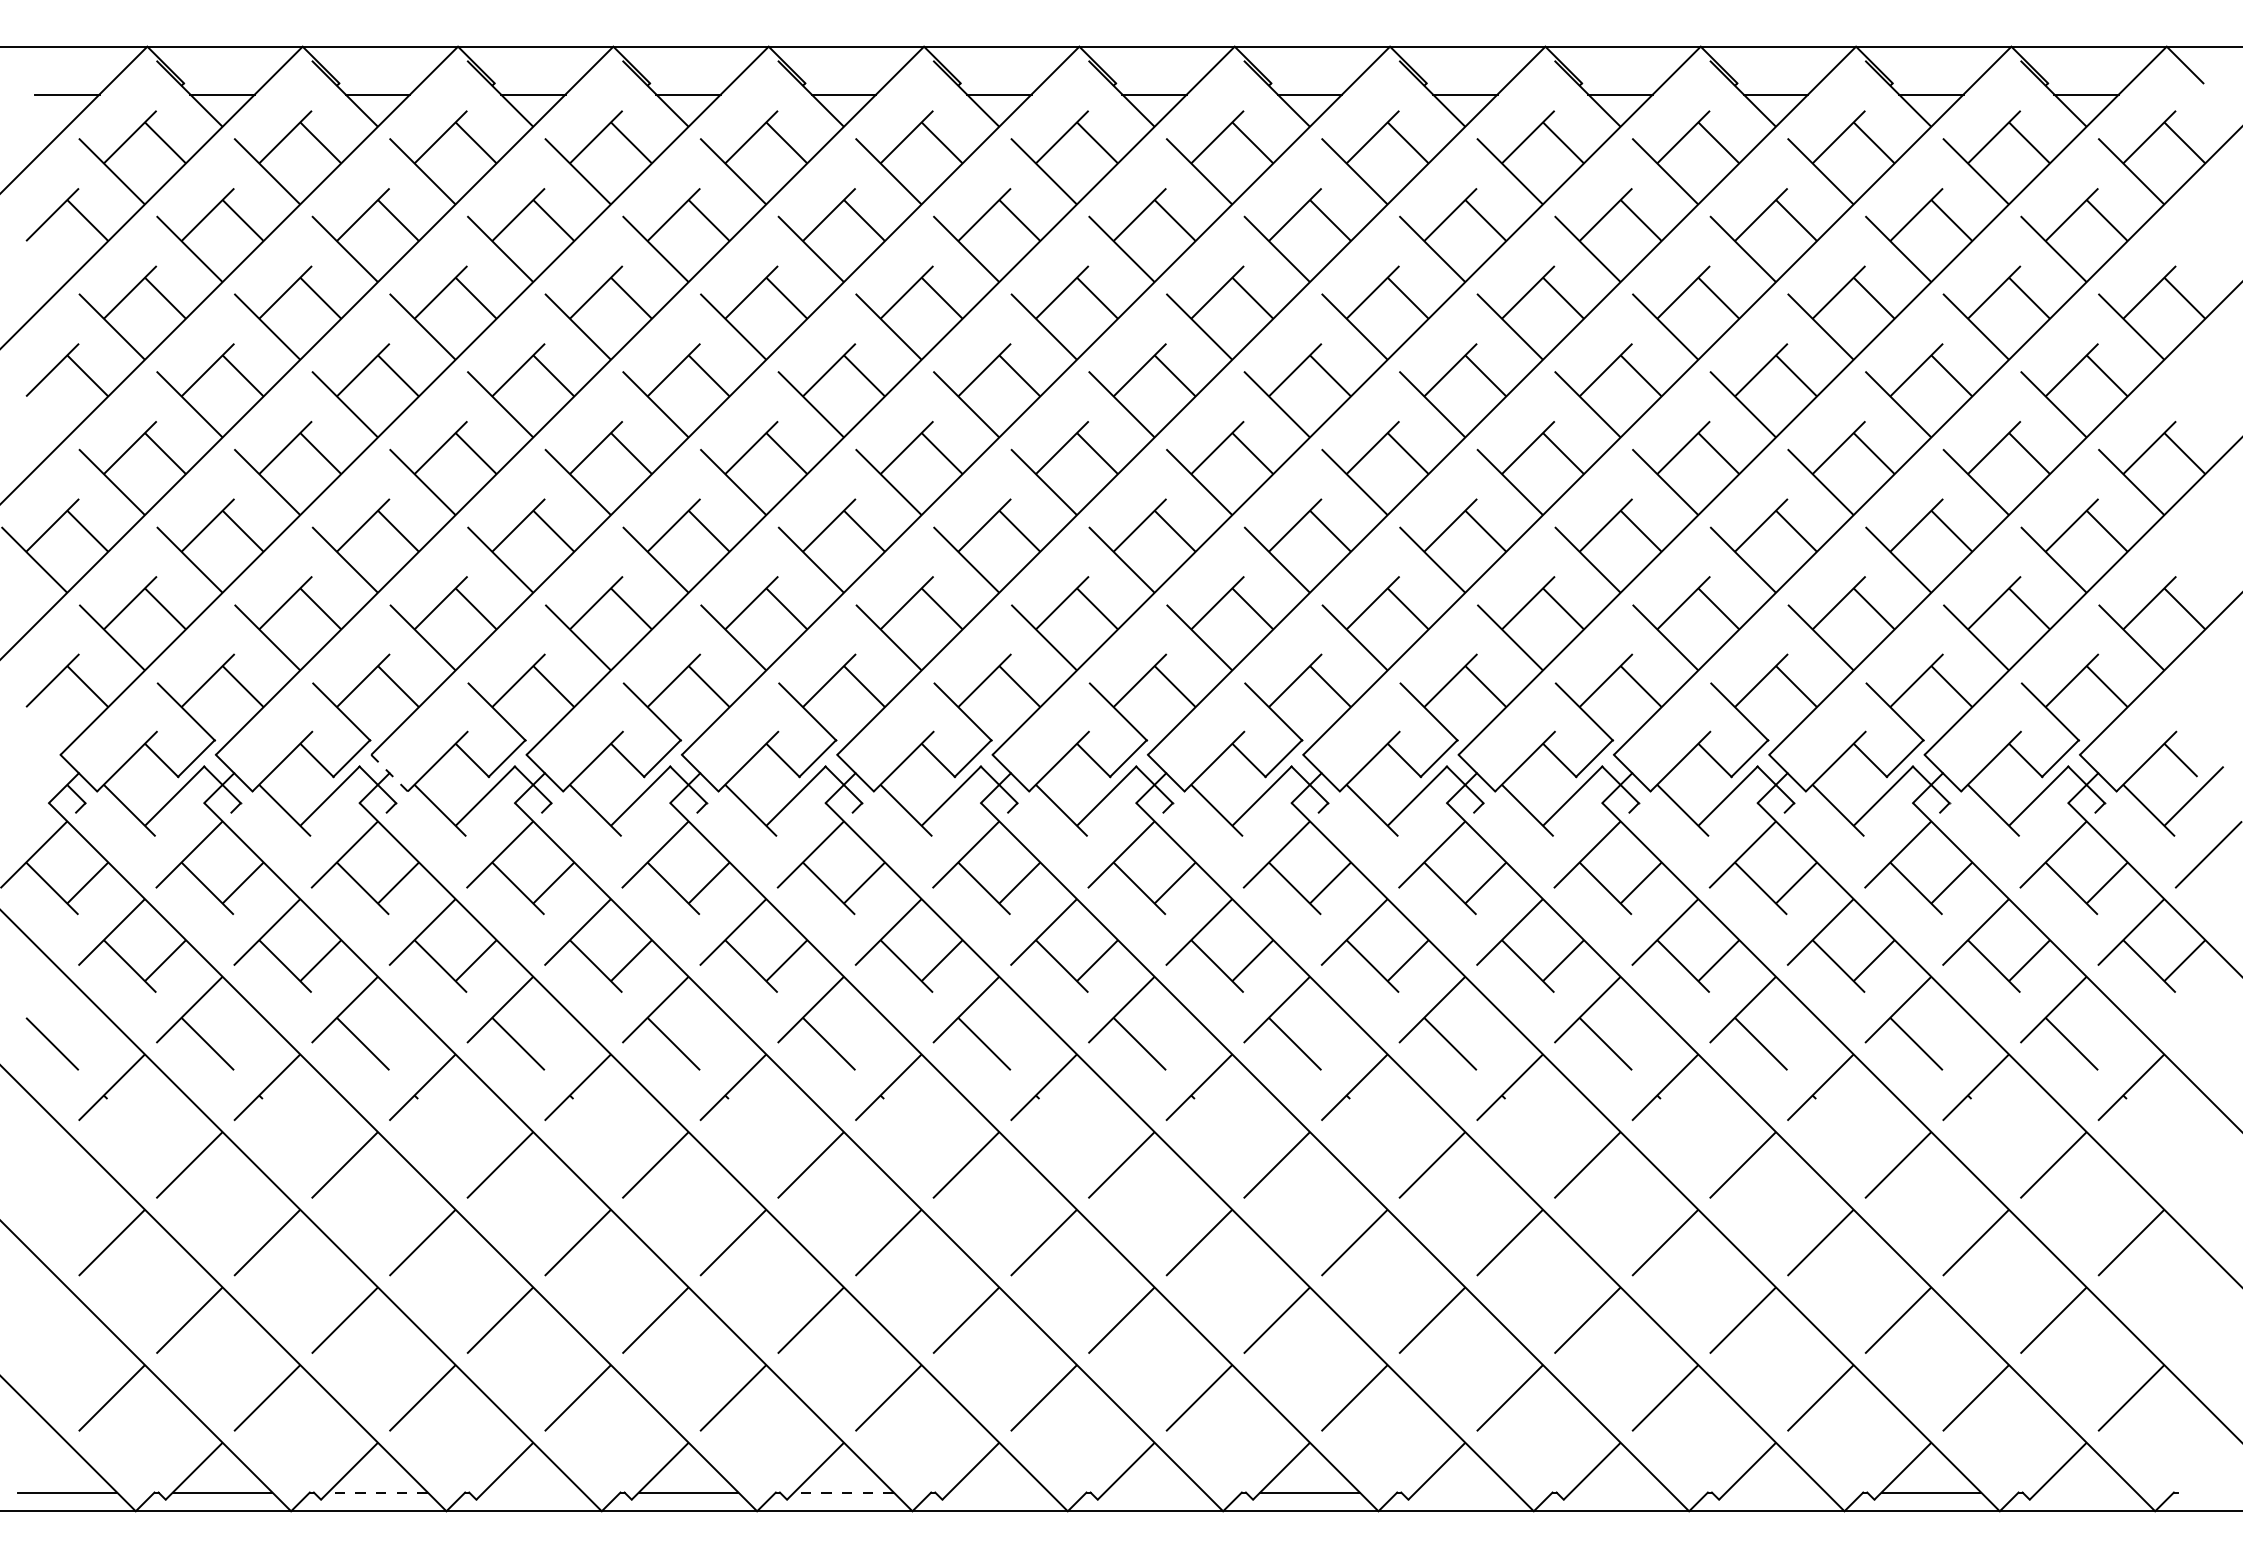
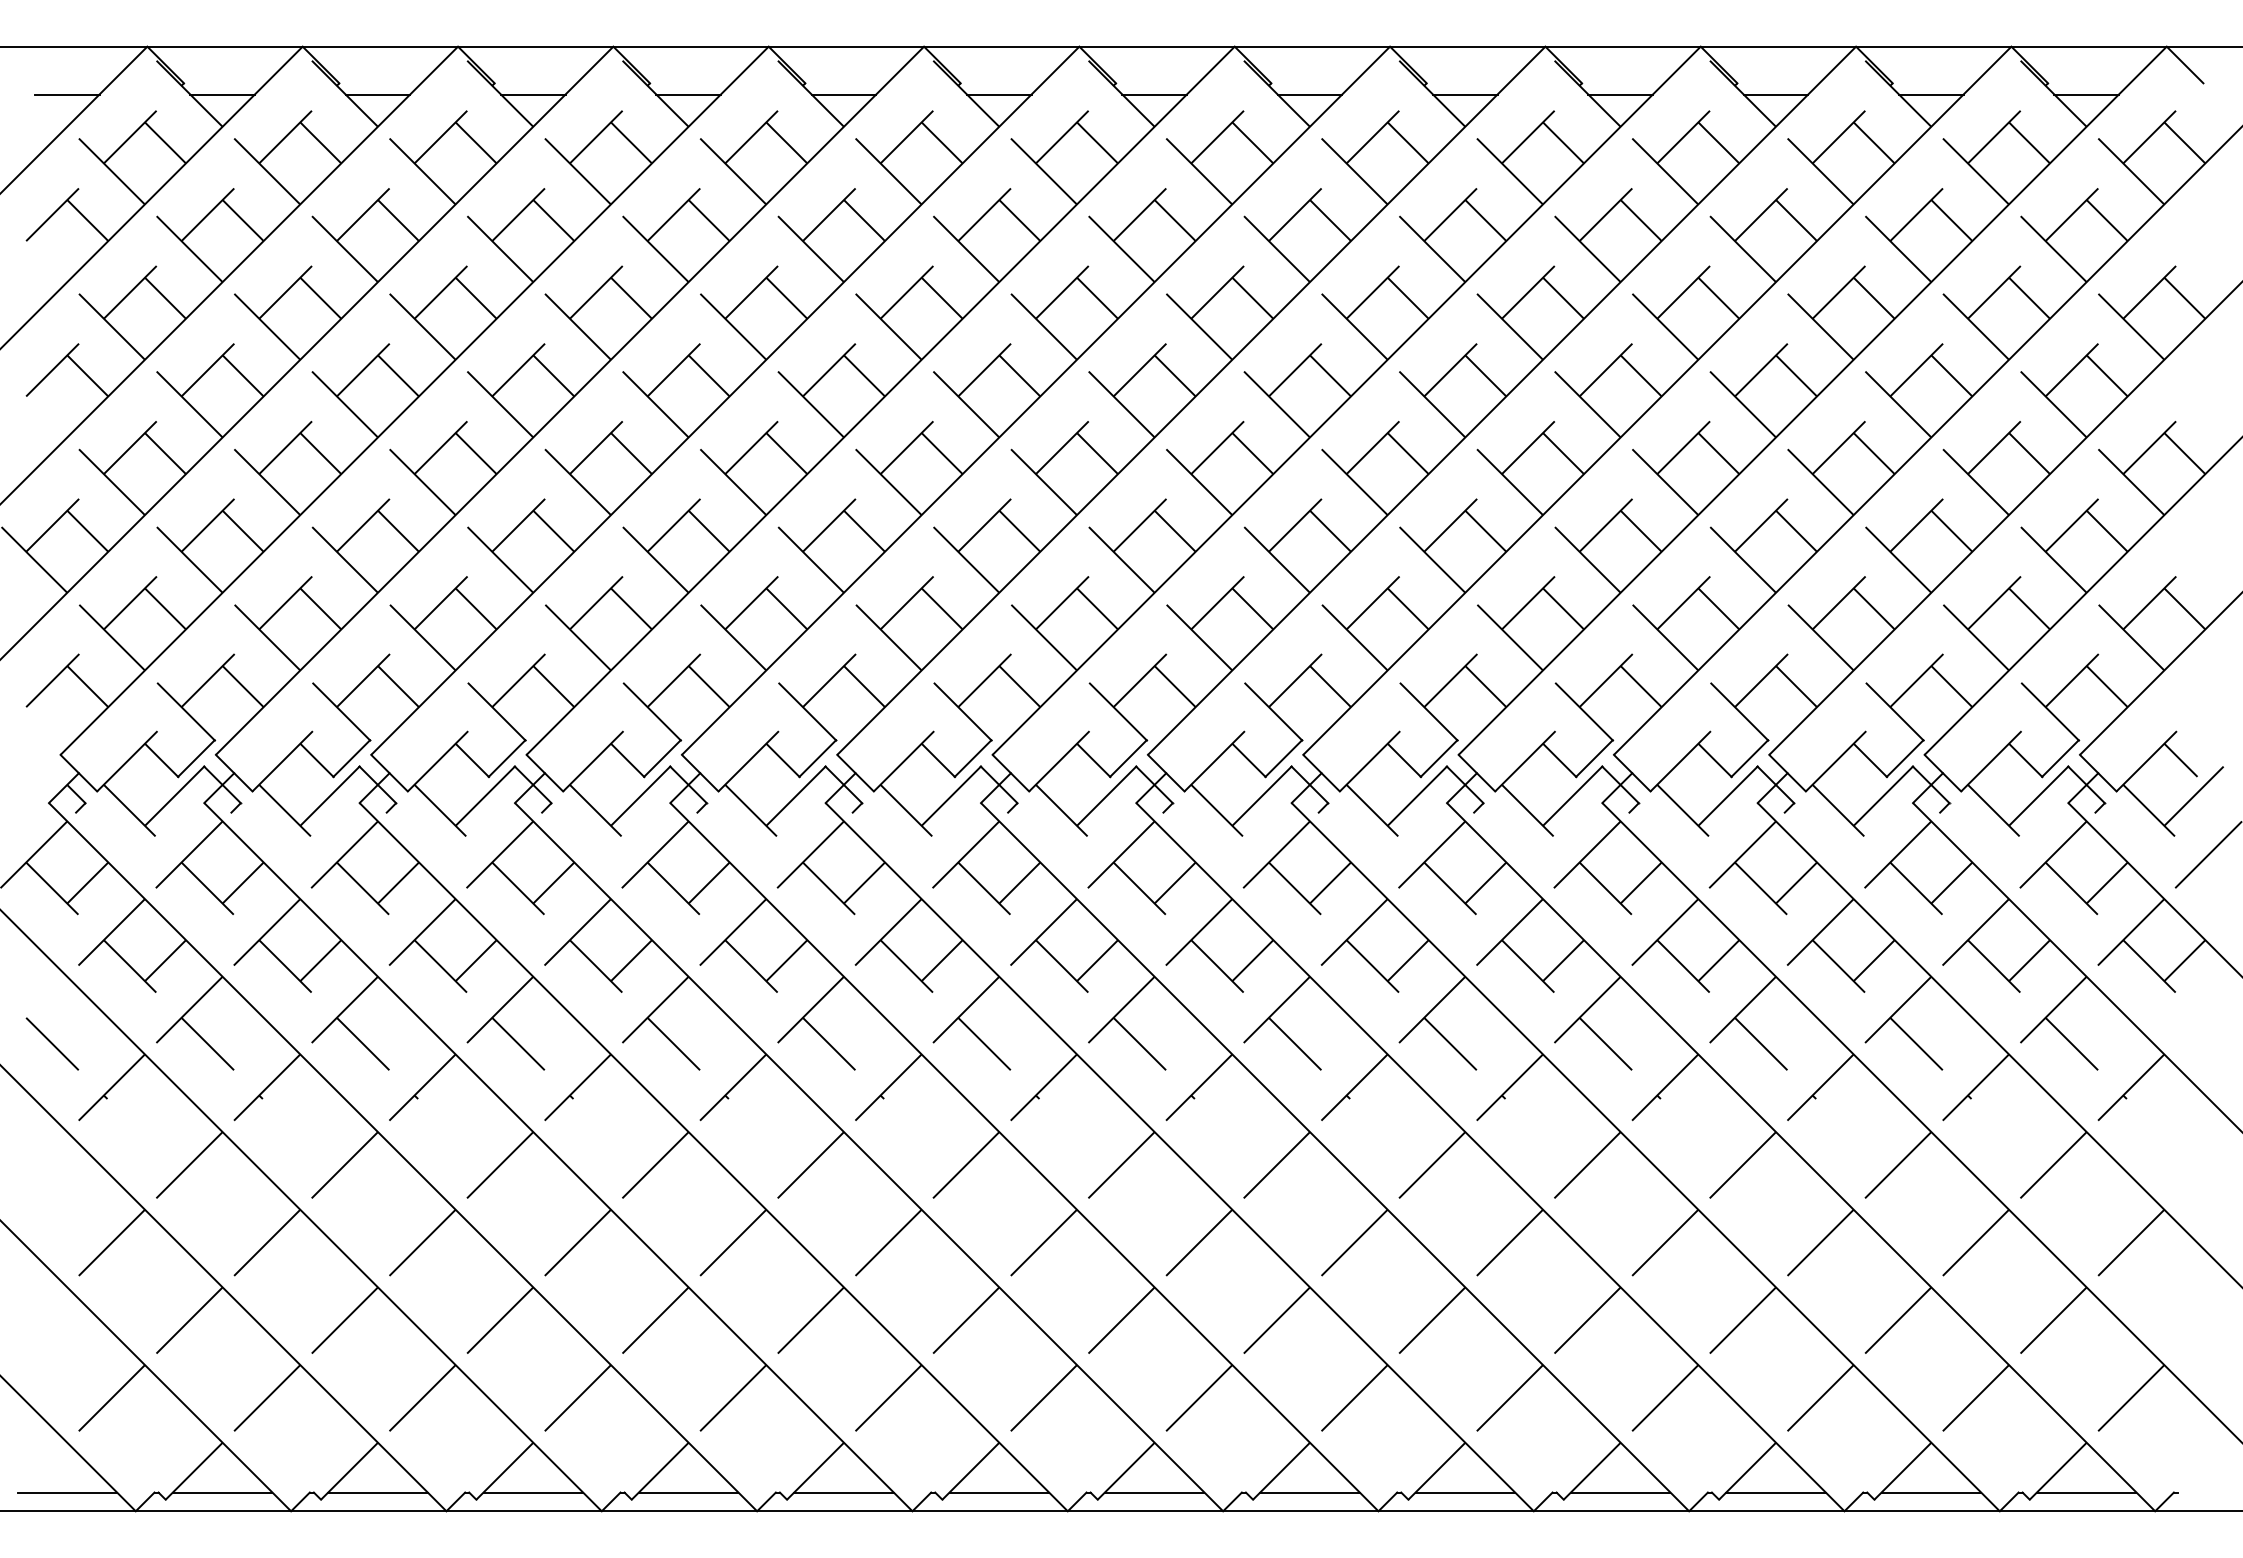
line at (389, 773): dashed -> solid
line at (377, 1492): dashed -> solid
line at (533, 1492): none -> present
line at (843, 1492): dashed -> solid
line at (999, 1492): none -> present
line at (1154, 1492): none -> present
line at (1465, 1492): none -> present
line at (1620, 1492): none -> present
line at (1775, 1492): none -> present
line at (2086, 1492): none -> present
